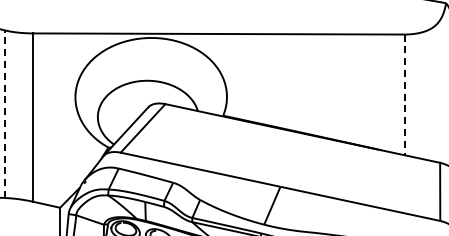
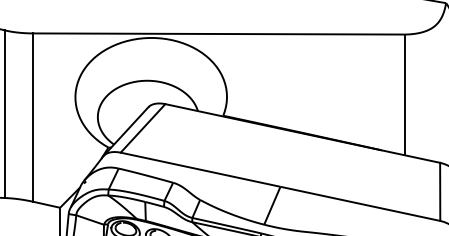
line at (405, 95): dashed -> solid
line at (4, 114): dashed -> solid
